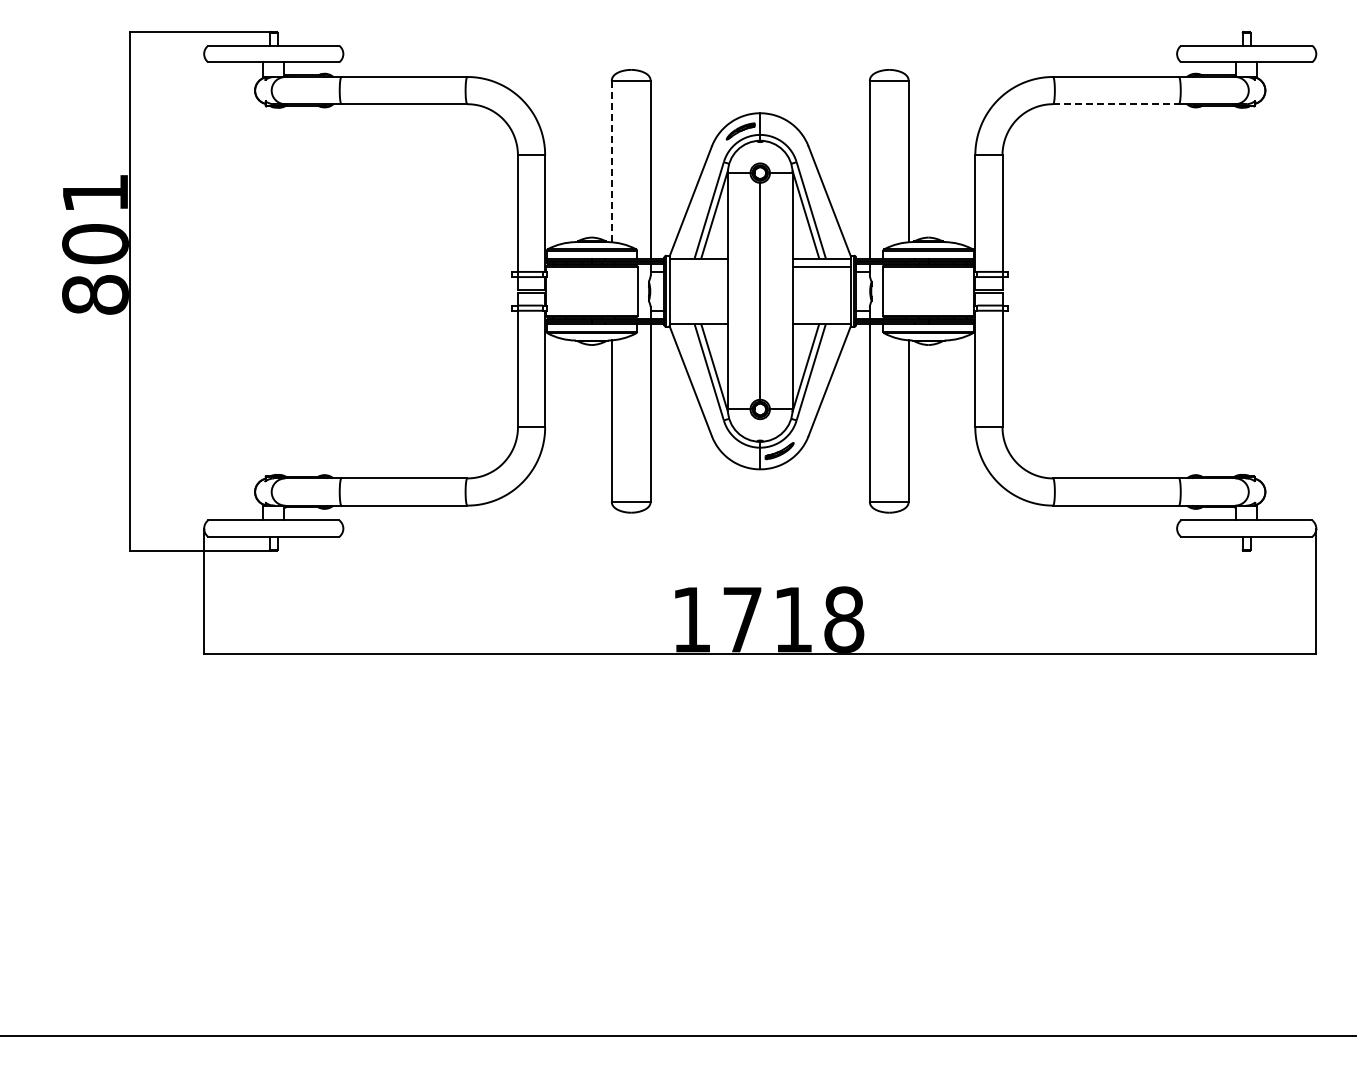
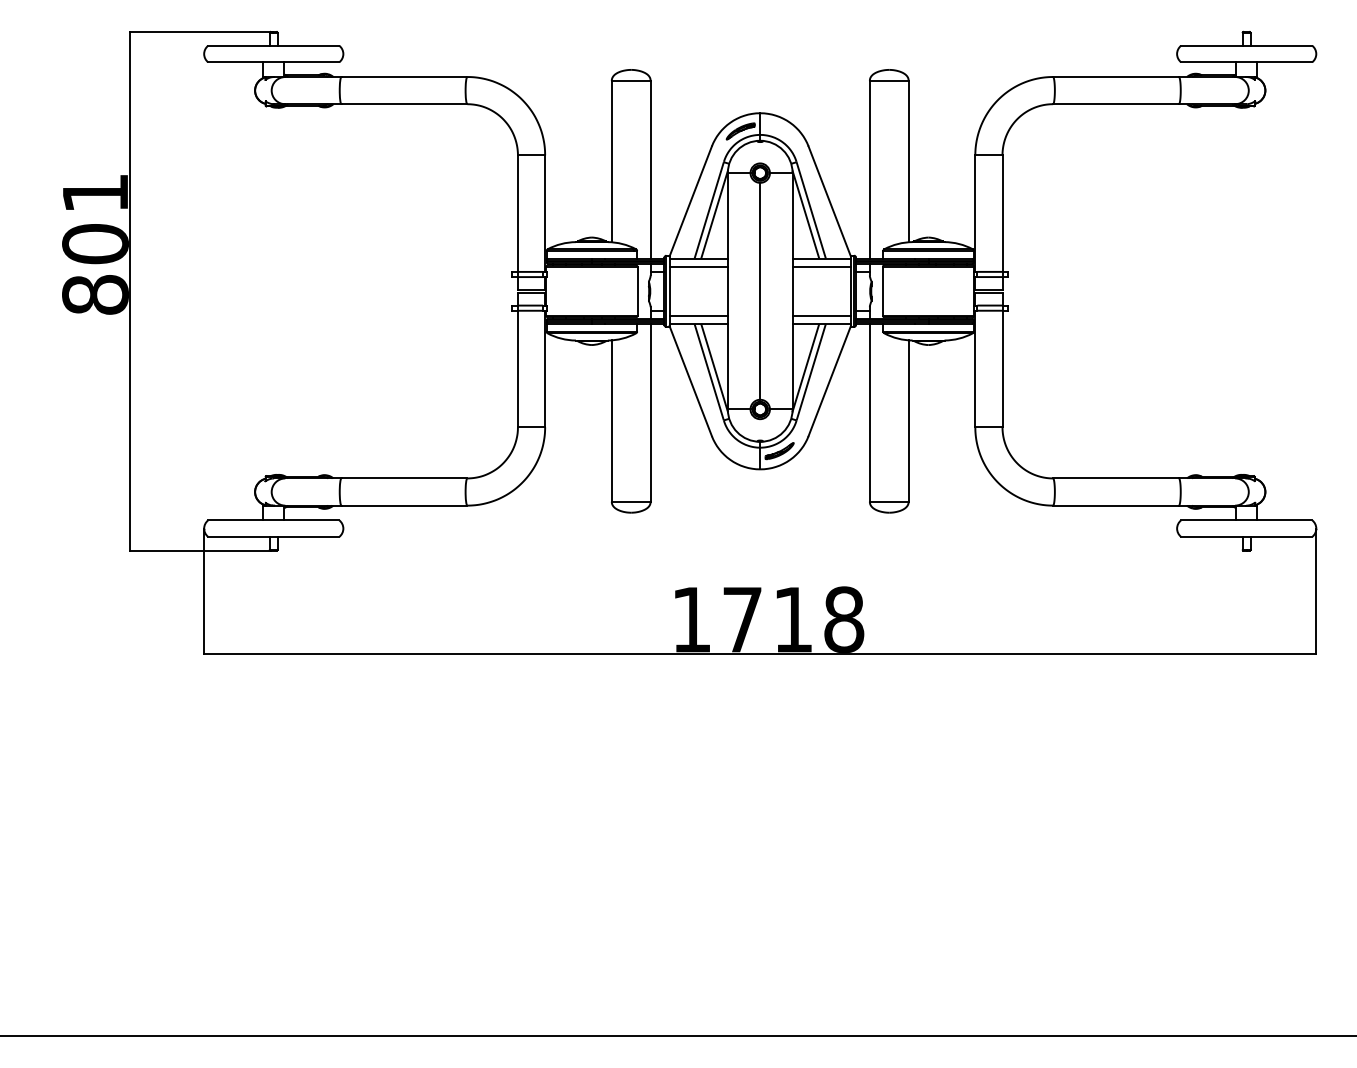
line at (1116, 104): dashed -> solid
line at (611, 161): dashed -> solid
line at (698, 266): none -> present
line at (698, 315): none -> present
line at (821, 315): none -> present
